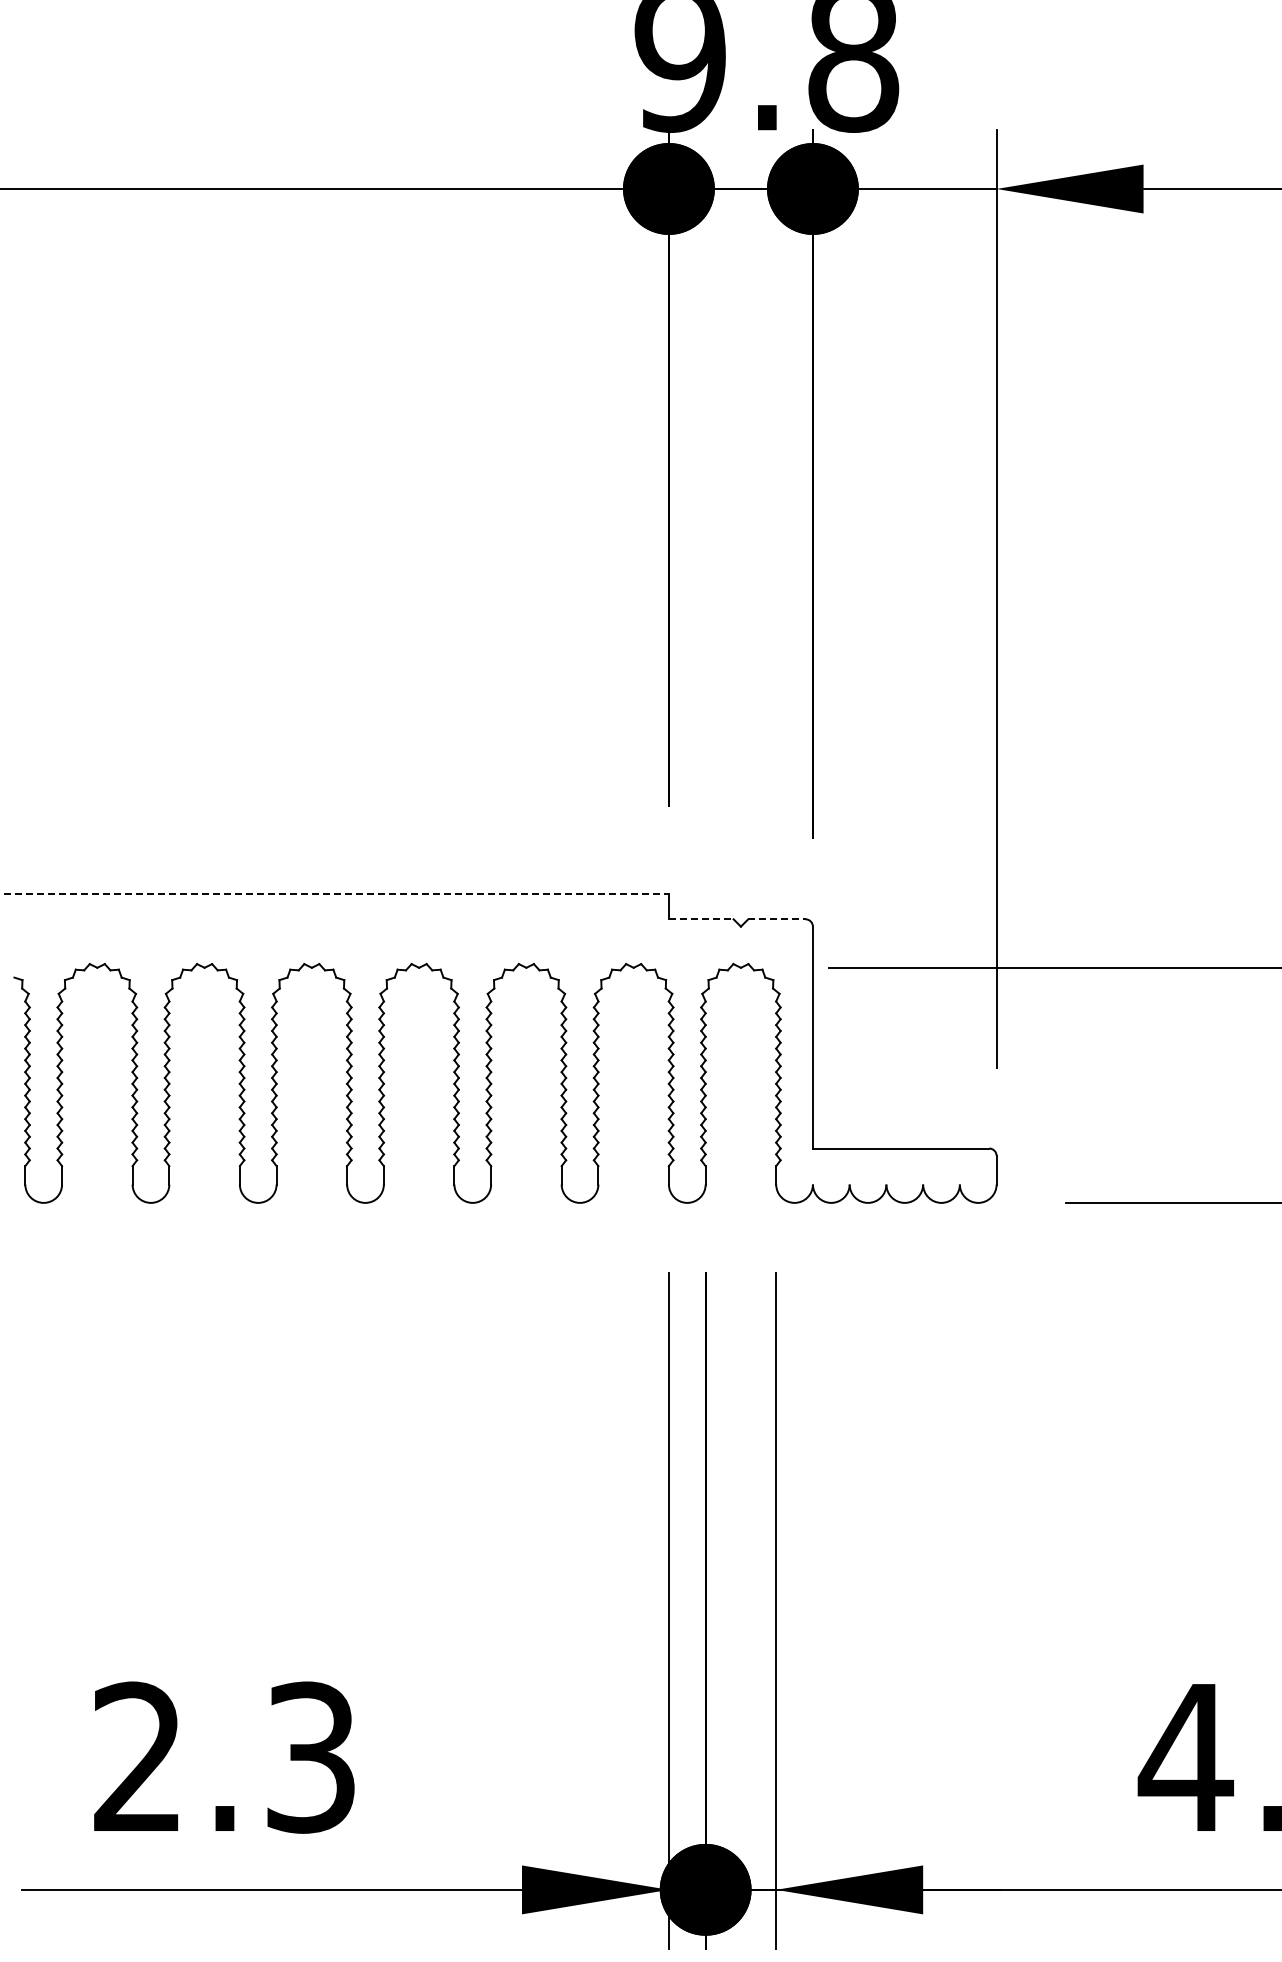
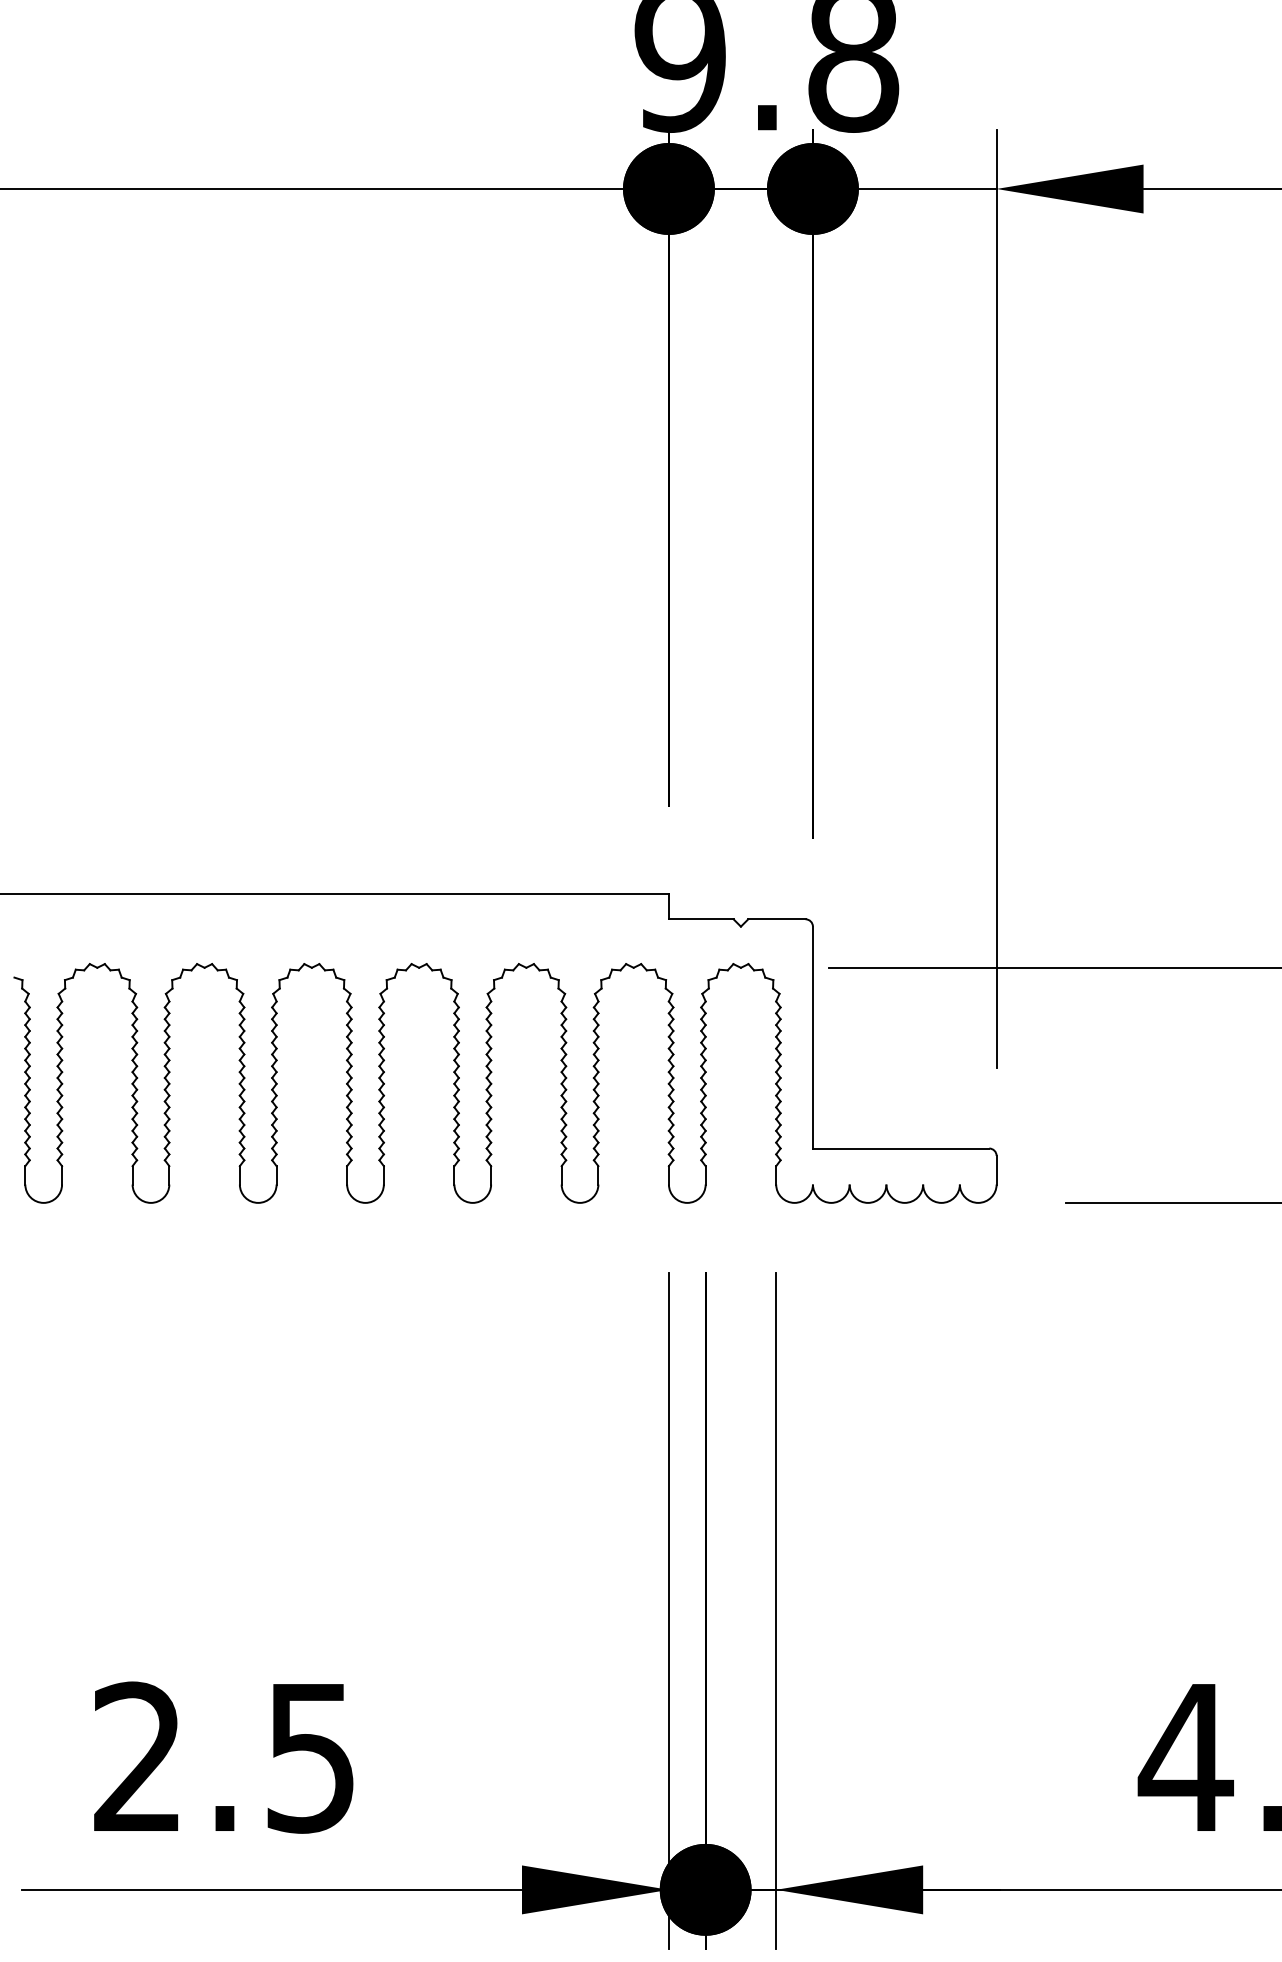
line at (334, 894): dashed -> solid
line at (701, 919): dashed -> solid
line at (776, 919): dashed -> solid
text at (310, 1757): 2.3 -> 2.5
